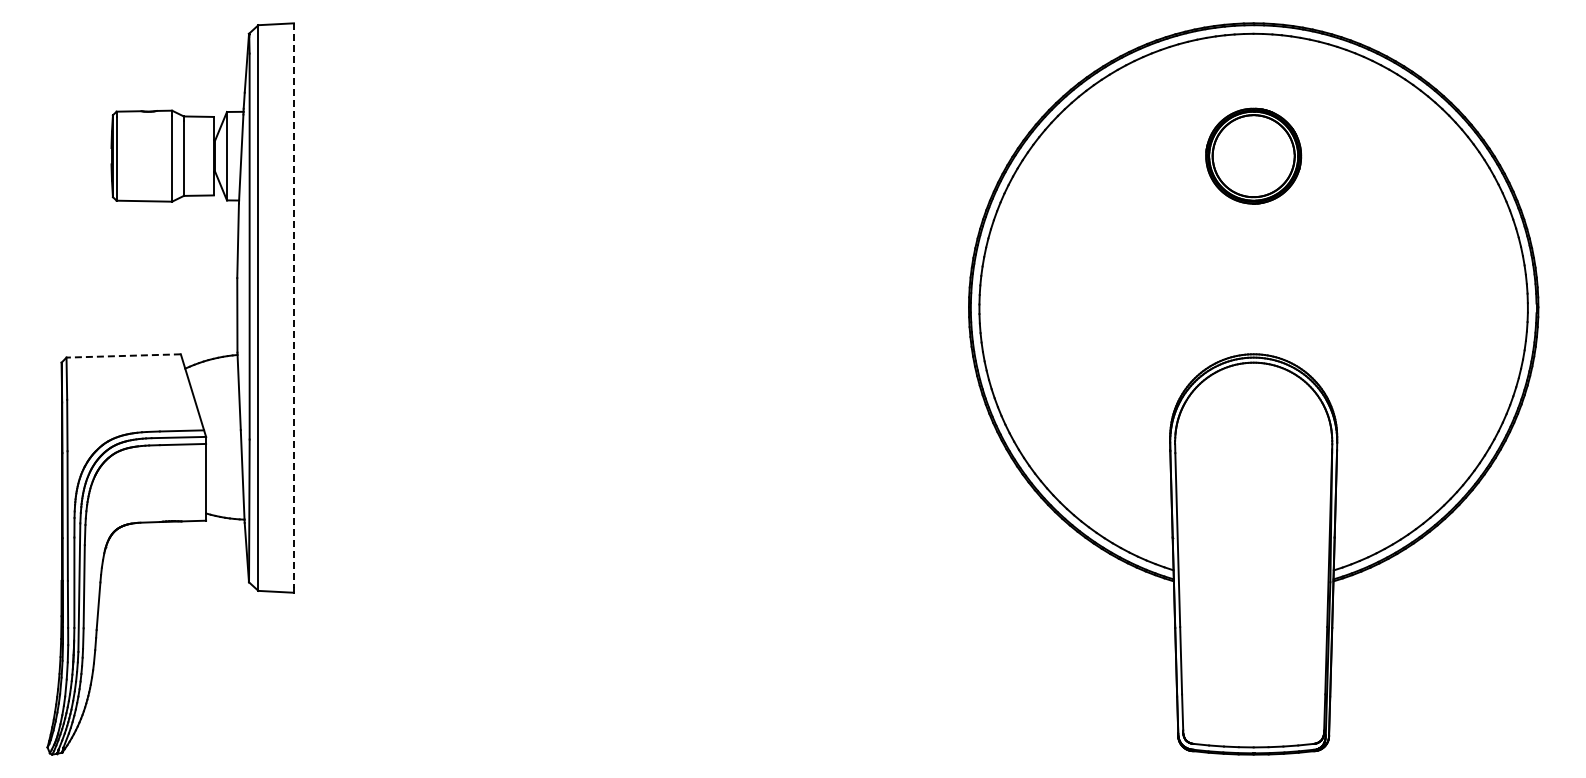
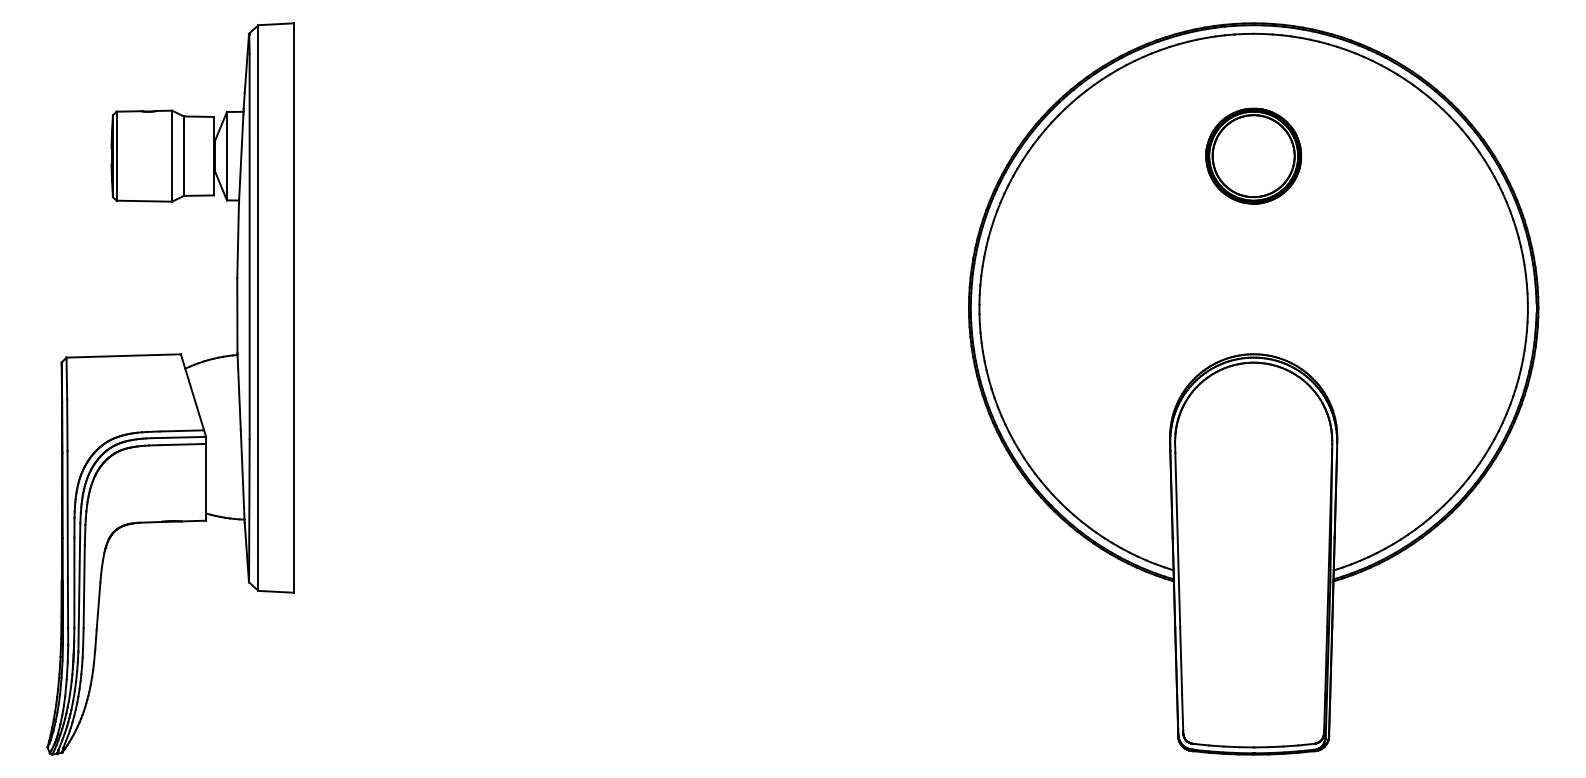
line at (294, 306): dashed -> solid
line at (123, 355): dashed -> solid
